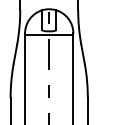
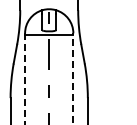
line at (73, 78): solid -> dashed
line at (25, 79): solid -> dashed
